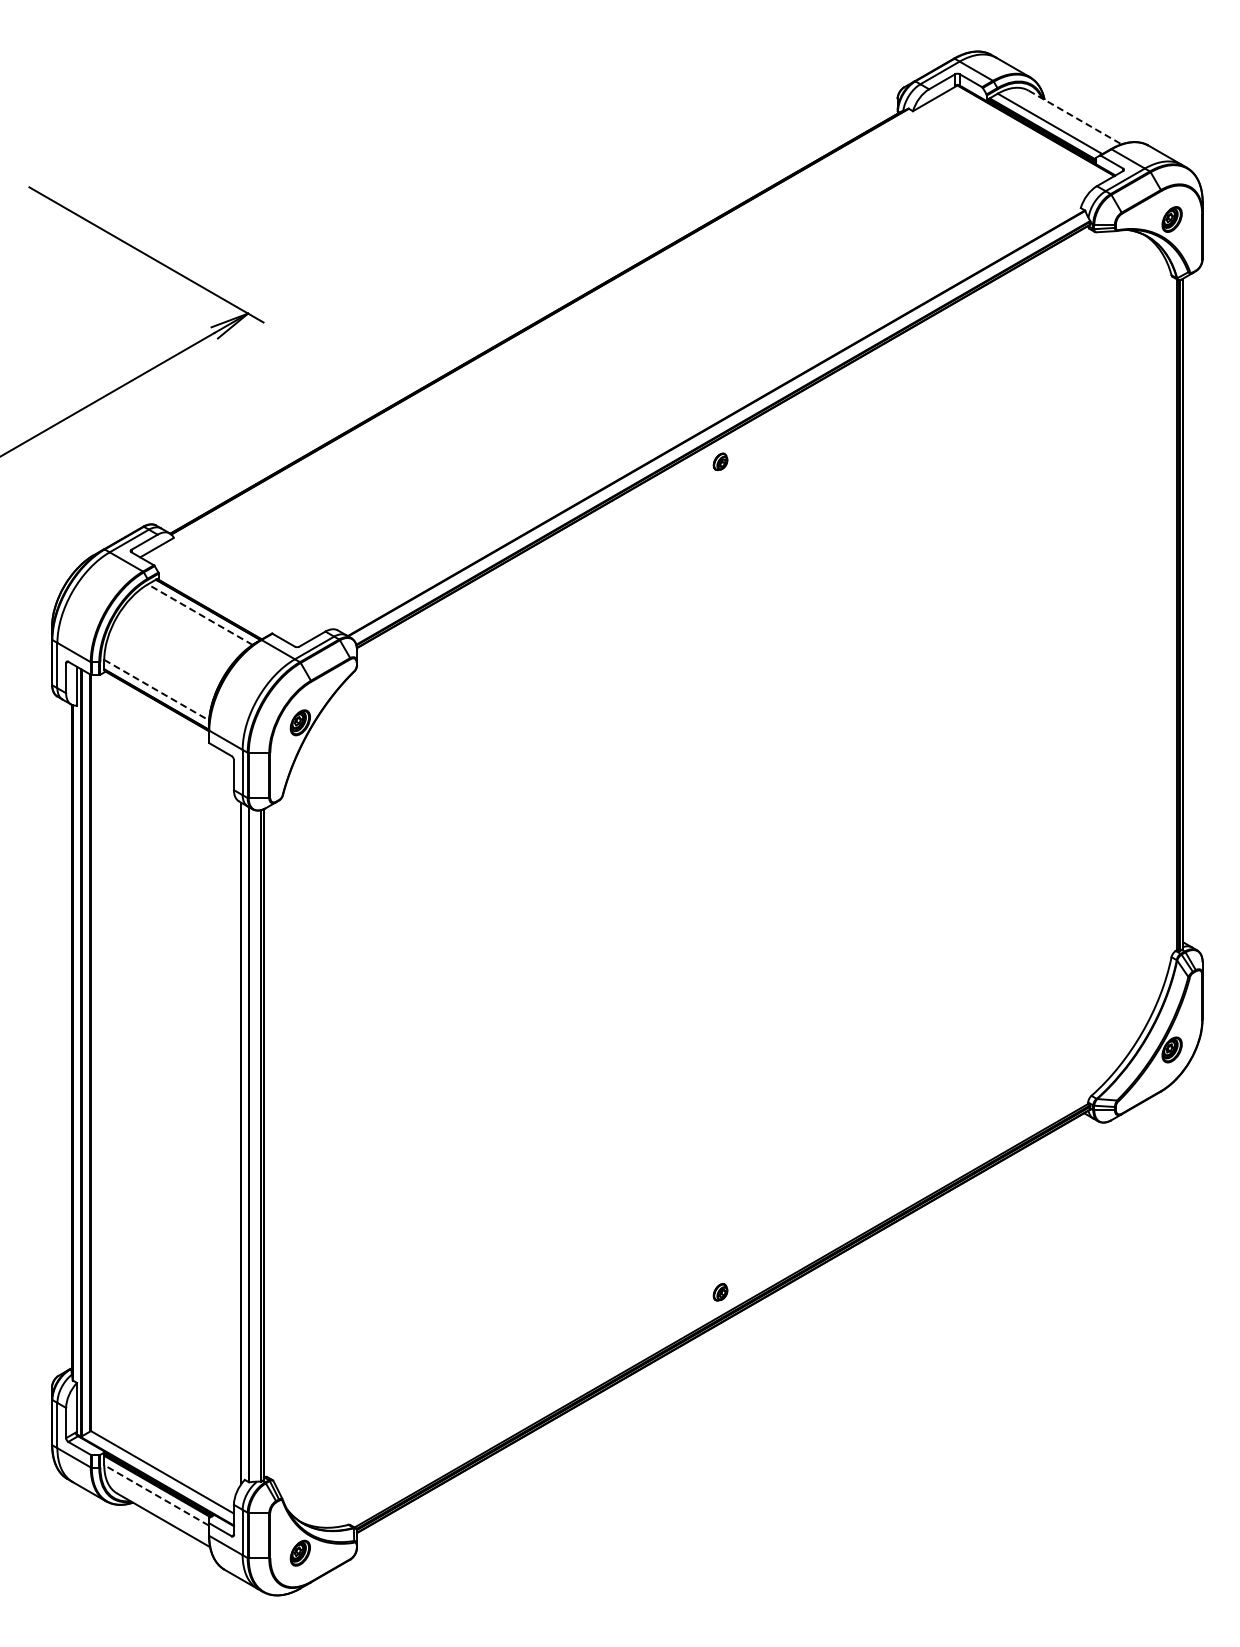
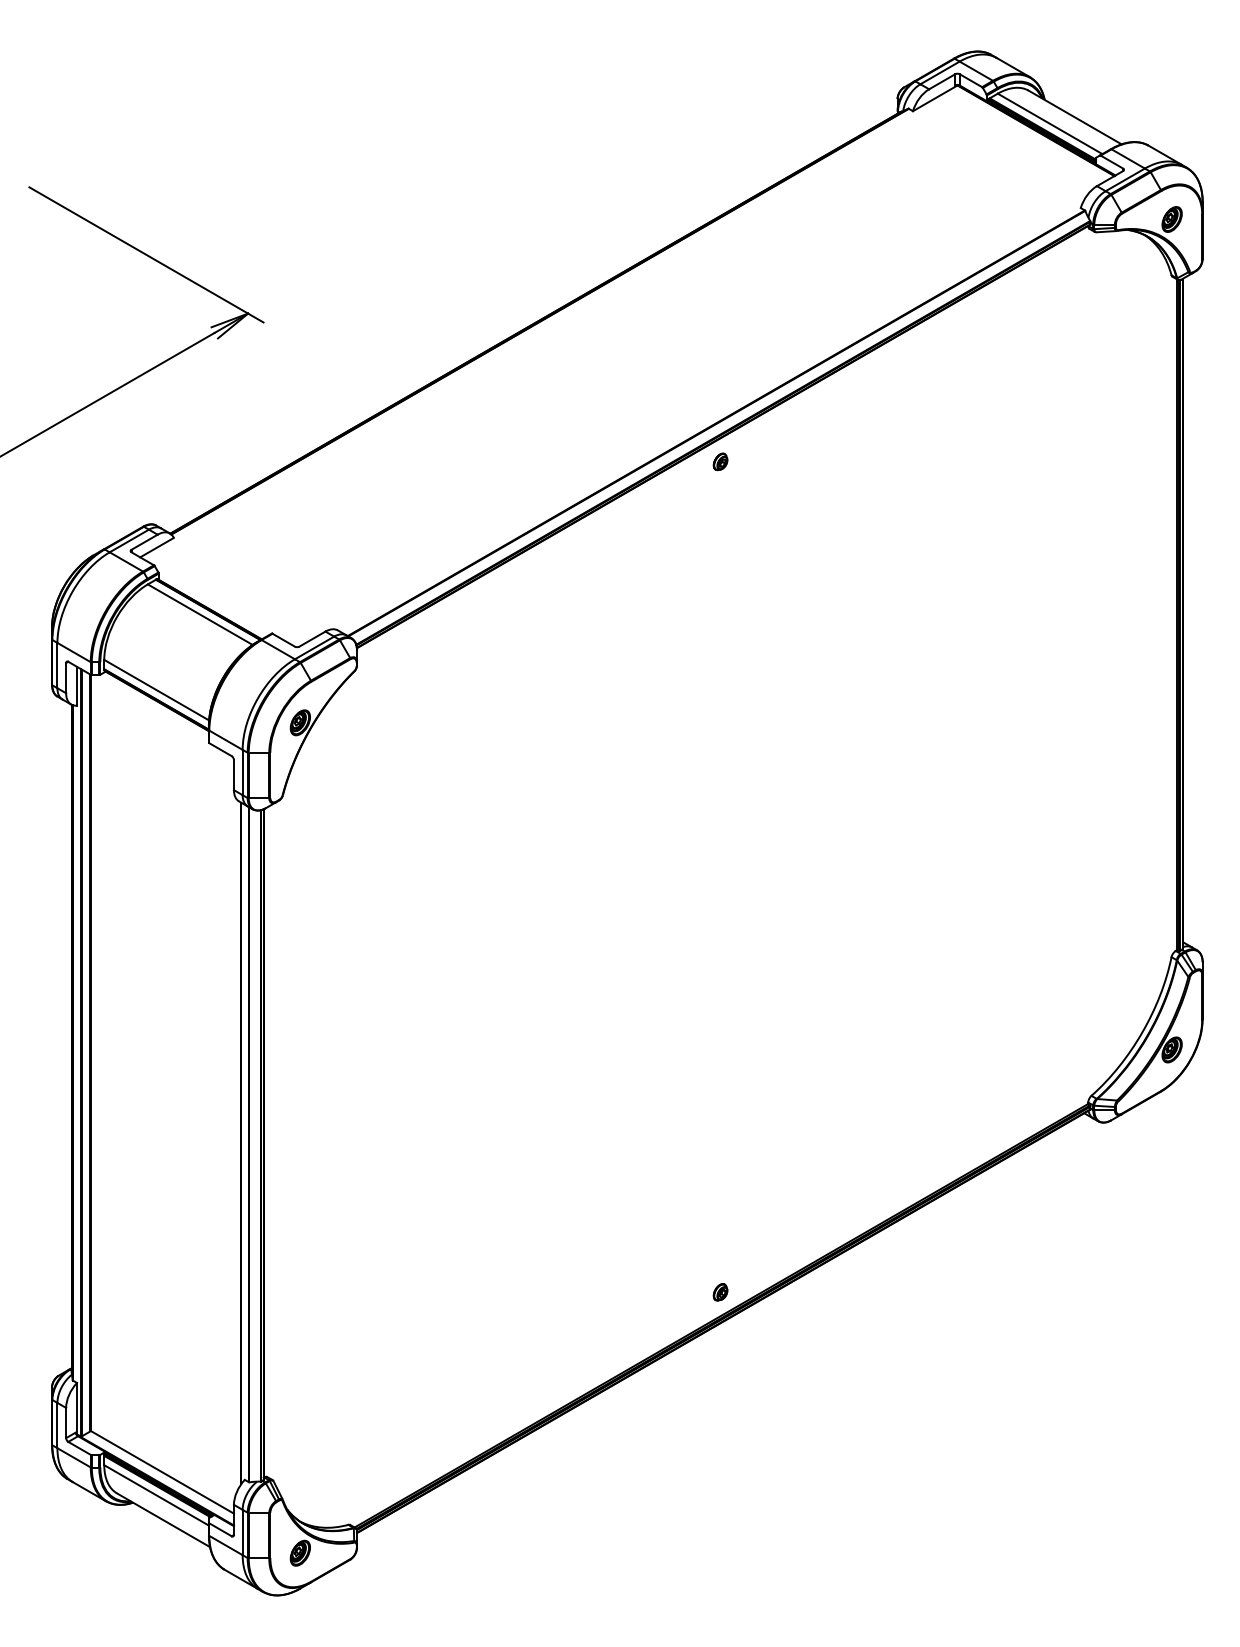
line at (1075, 117): dashed -> solid
line at (200, 614): dashed -> solid
line at (156, 690): dashed -> solid
line at (156, 1495): dashed -> solid
